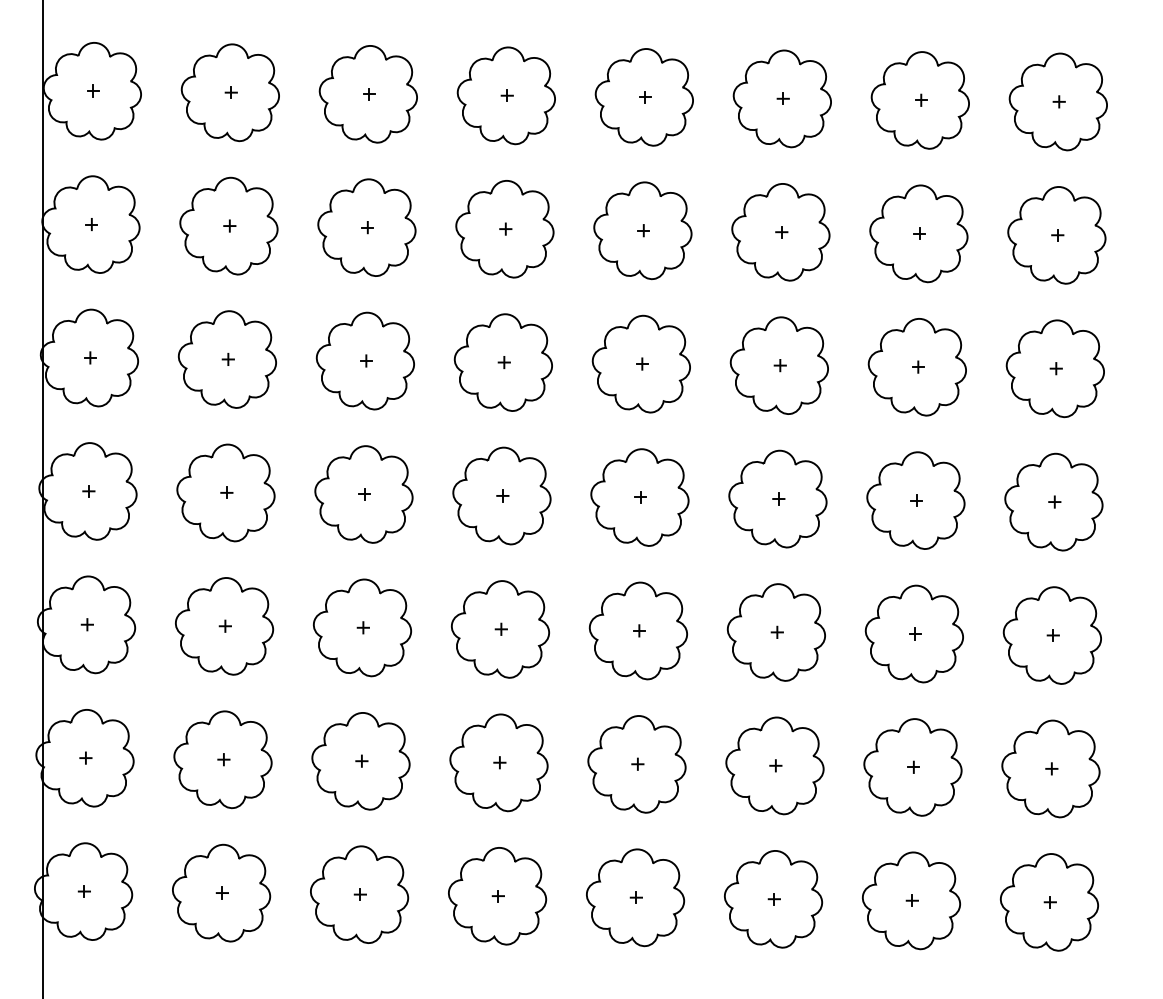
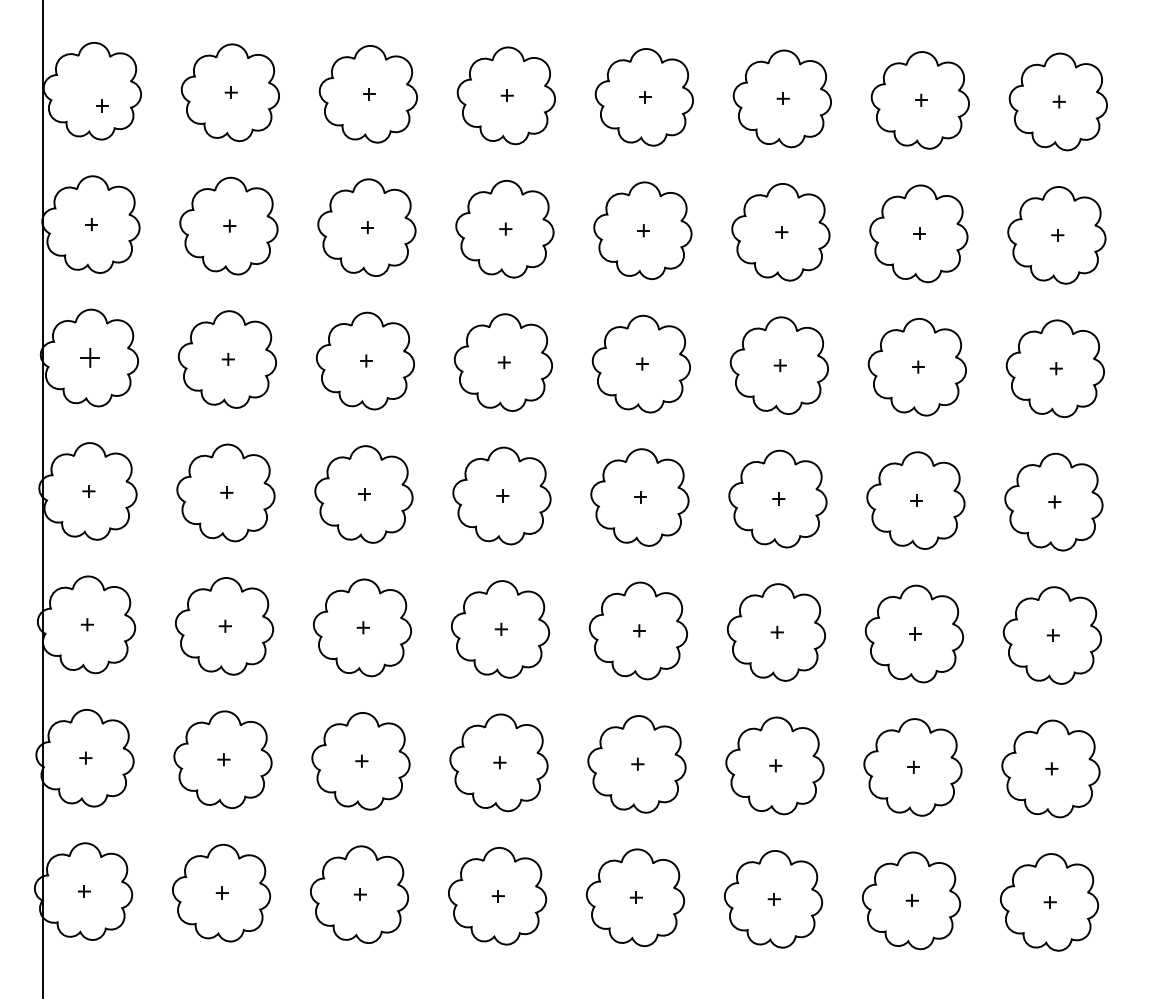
part at (93, 90) position: (93, 90) -> (102, 105)
part at (90, 357) size: 13x14 px -> 20x20 px
